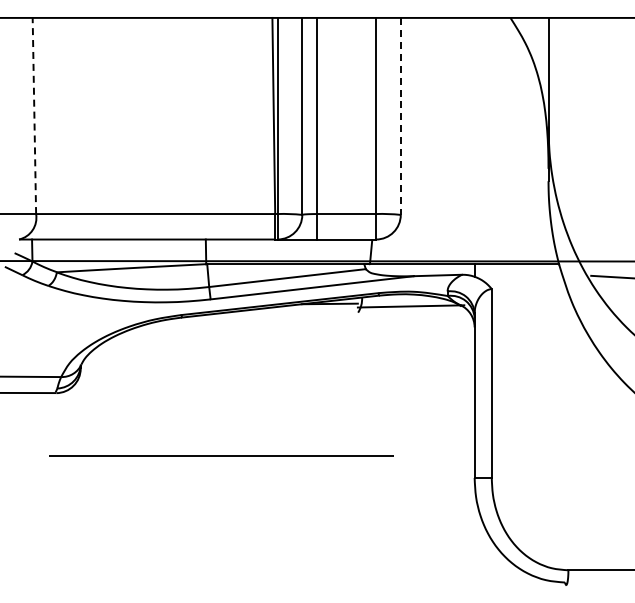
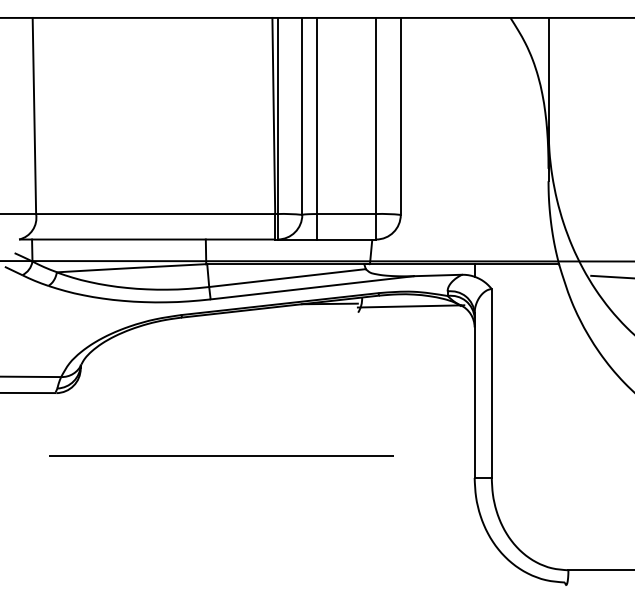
line at (34, 115): dashed -> solid
line at (400, 116): dashed -> solid
